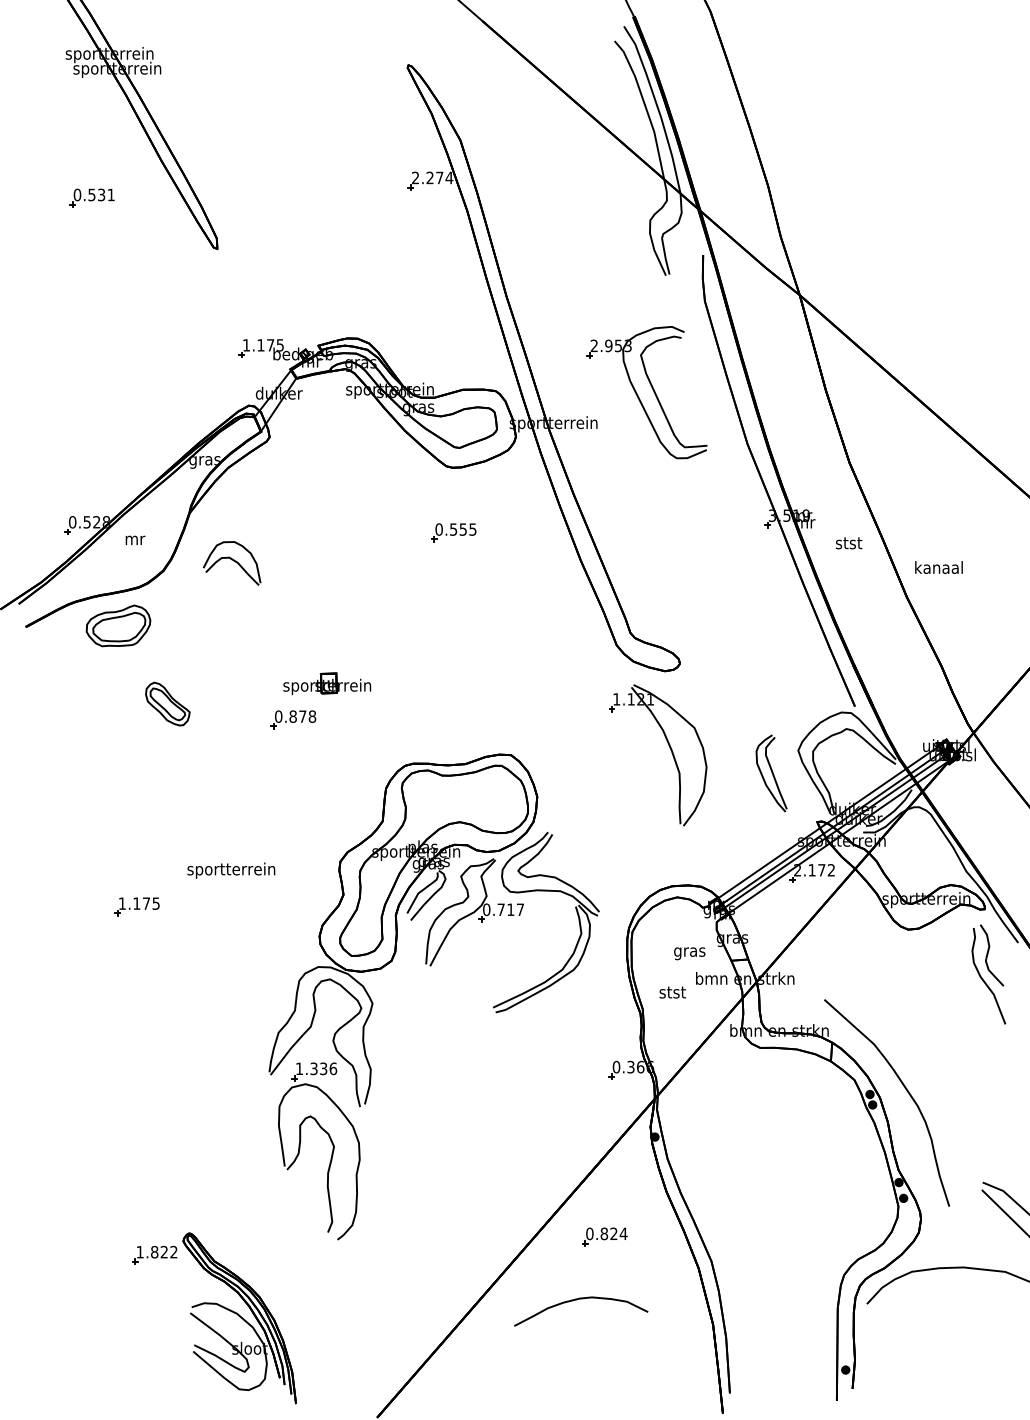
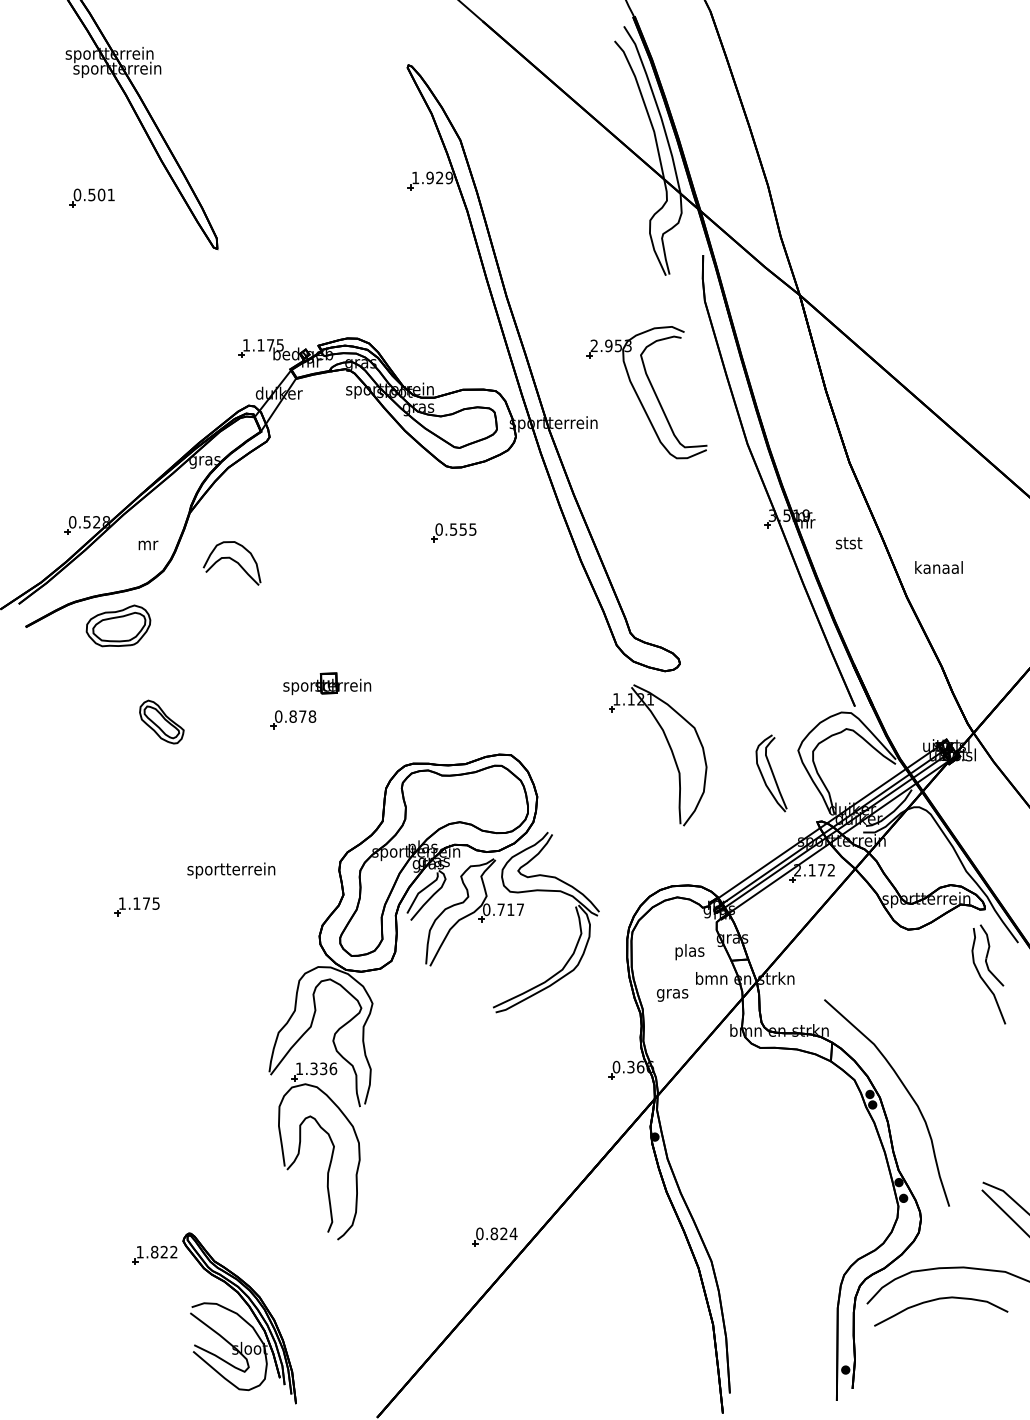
text at (432, 177): 2.274 -> 1.929
text at (101, 194): 0.531 -> 0.501
text at (135, 540) position: (135, 540) -> (148, 545)
part at (167, 703) position: (167, 703) -> (161, 721)
text at (689, 952): gras -> plas
text at (672, 993): stst -> gras
part at (604, 1236) position: (604, 1236) -> (494, 1236)
curve at (577, 1300) position: (577, 1300) -> (937, 1300)
